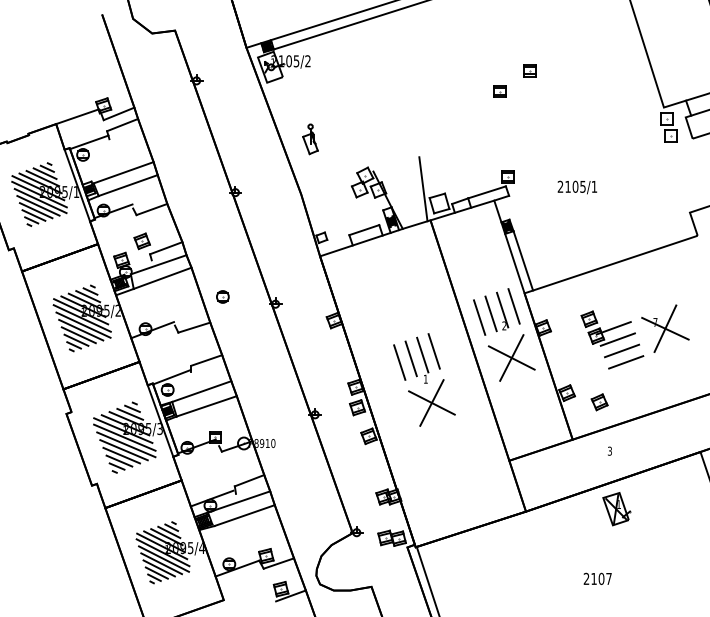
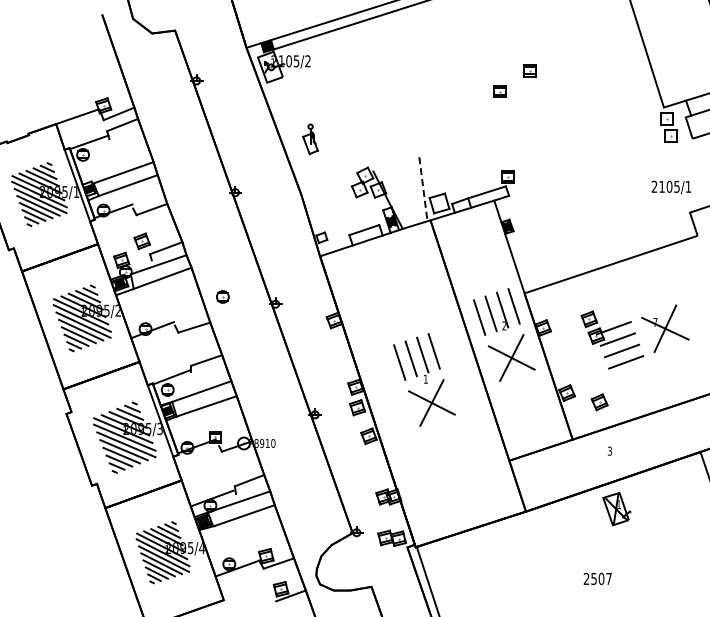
text at (577, 187) position: (577, 187) -> (671, 187)
line at (423, 189): solid -> dashed
line at (523, 260): present -> none
text at (593, 579): 2107 -> 2507
